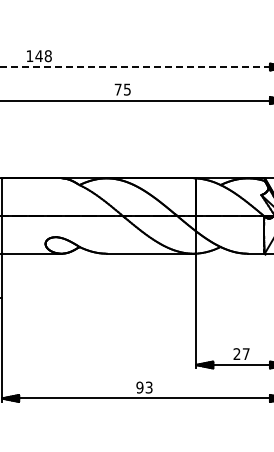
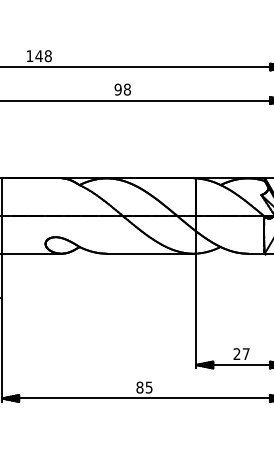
line at (137, 67): dashed -> solid
text at (122, 89): 75 -> 98
text at (144, 387): 93 -> 85
